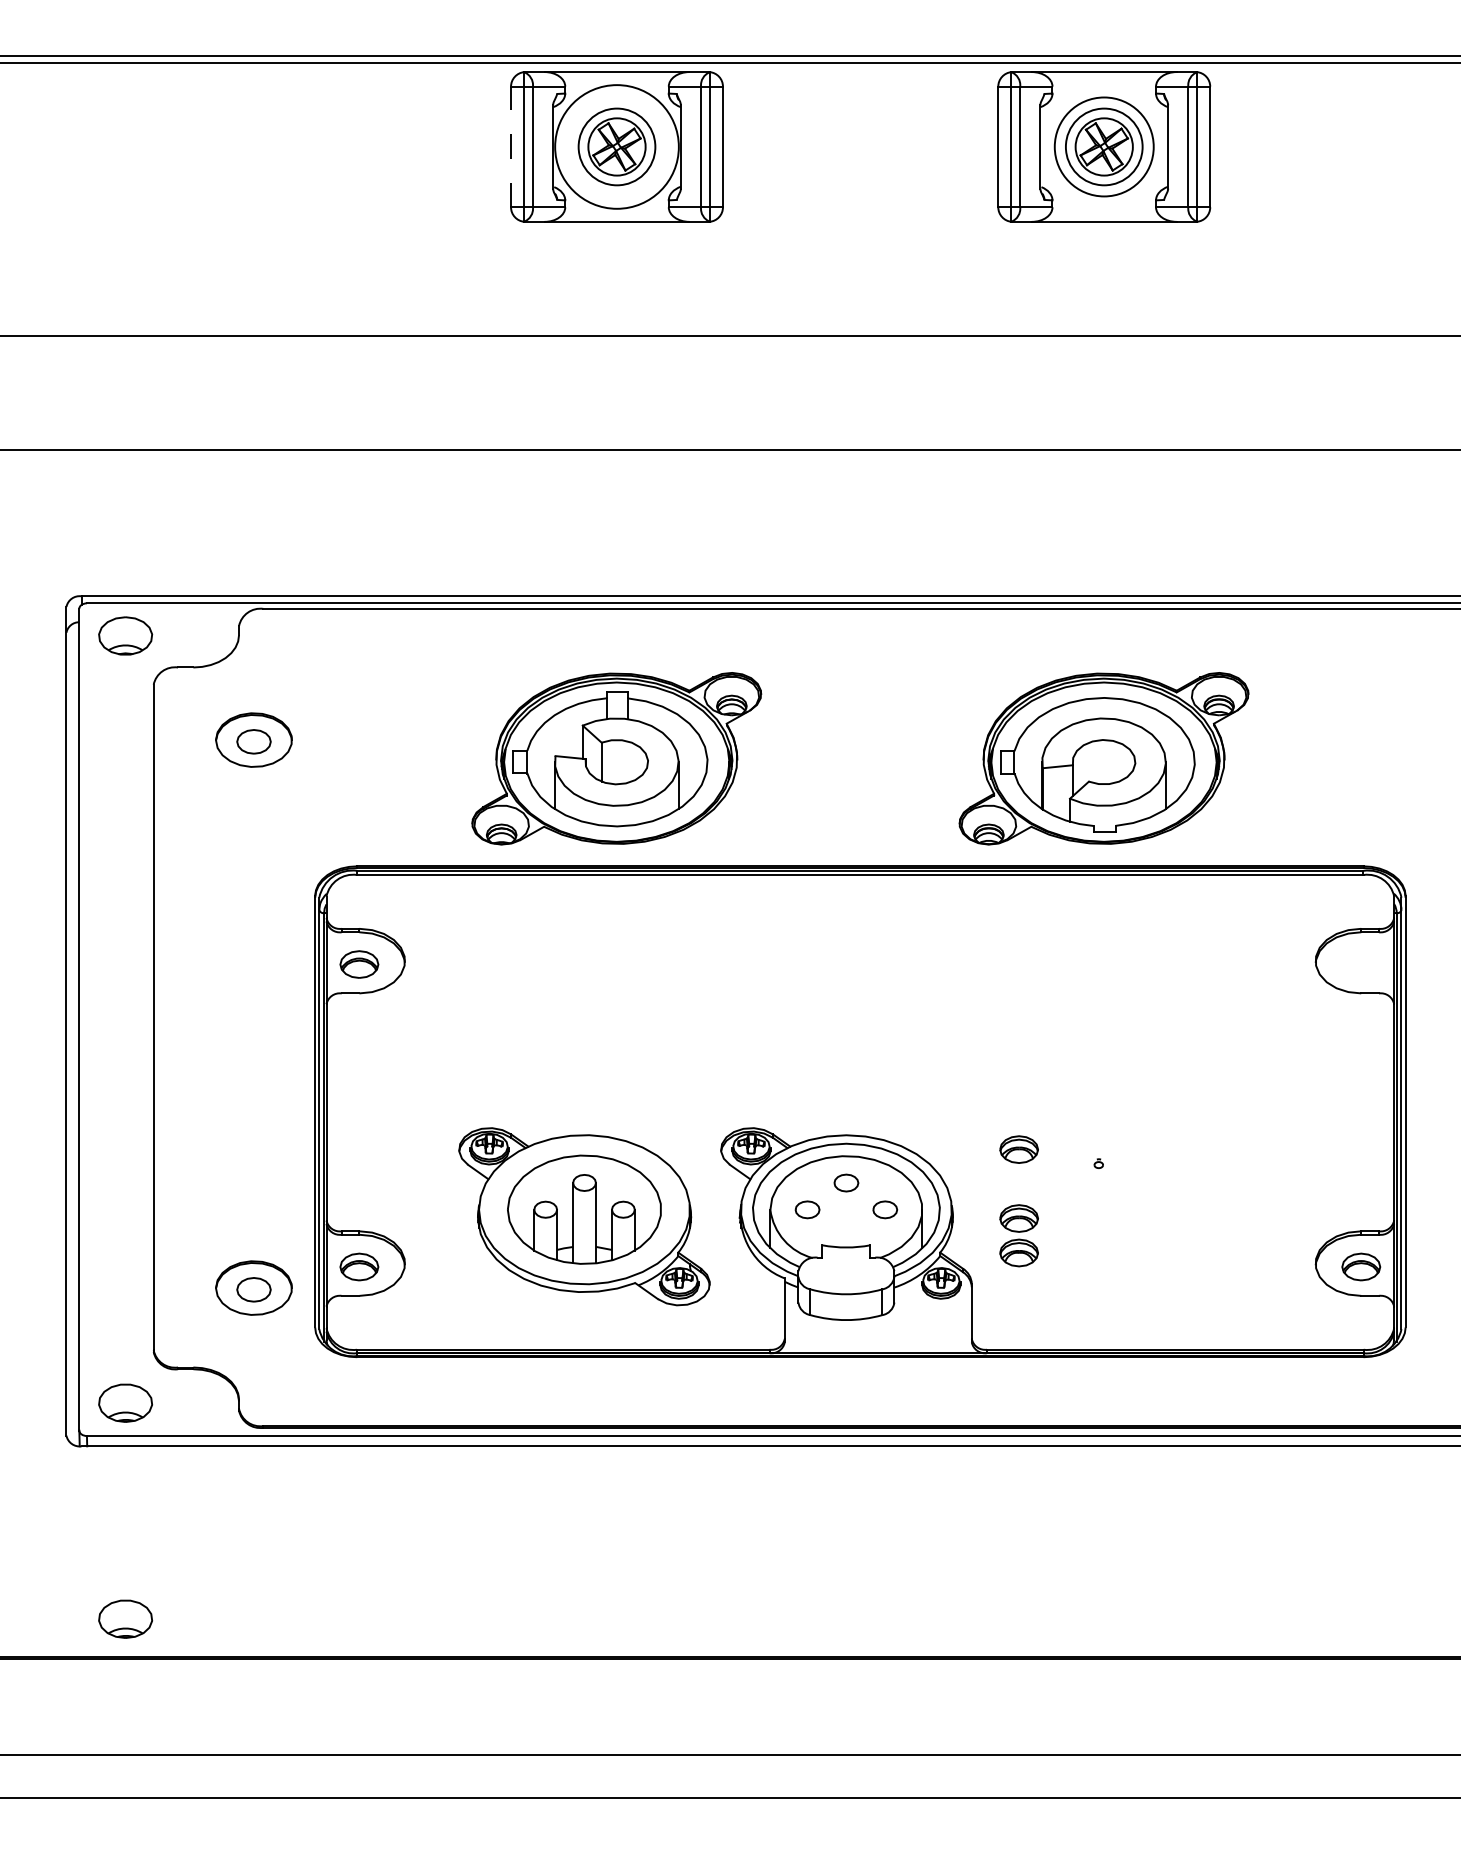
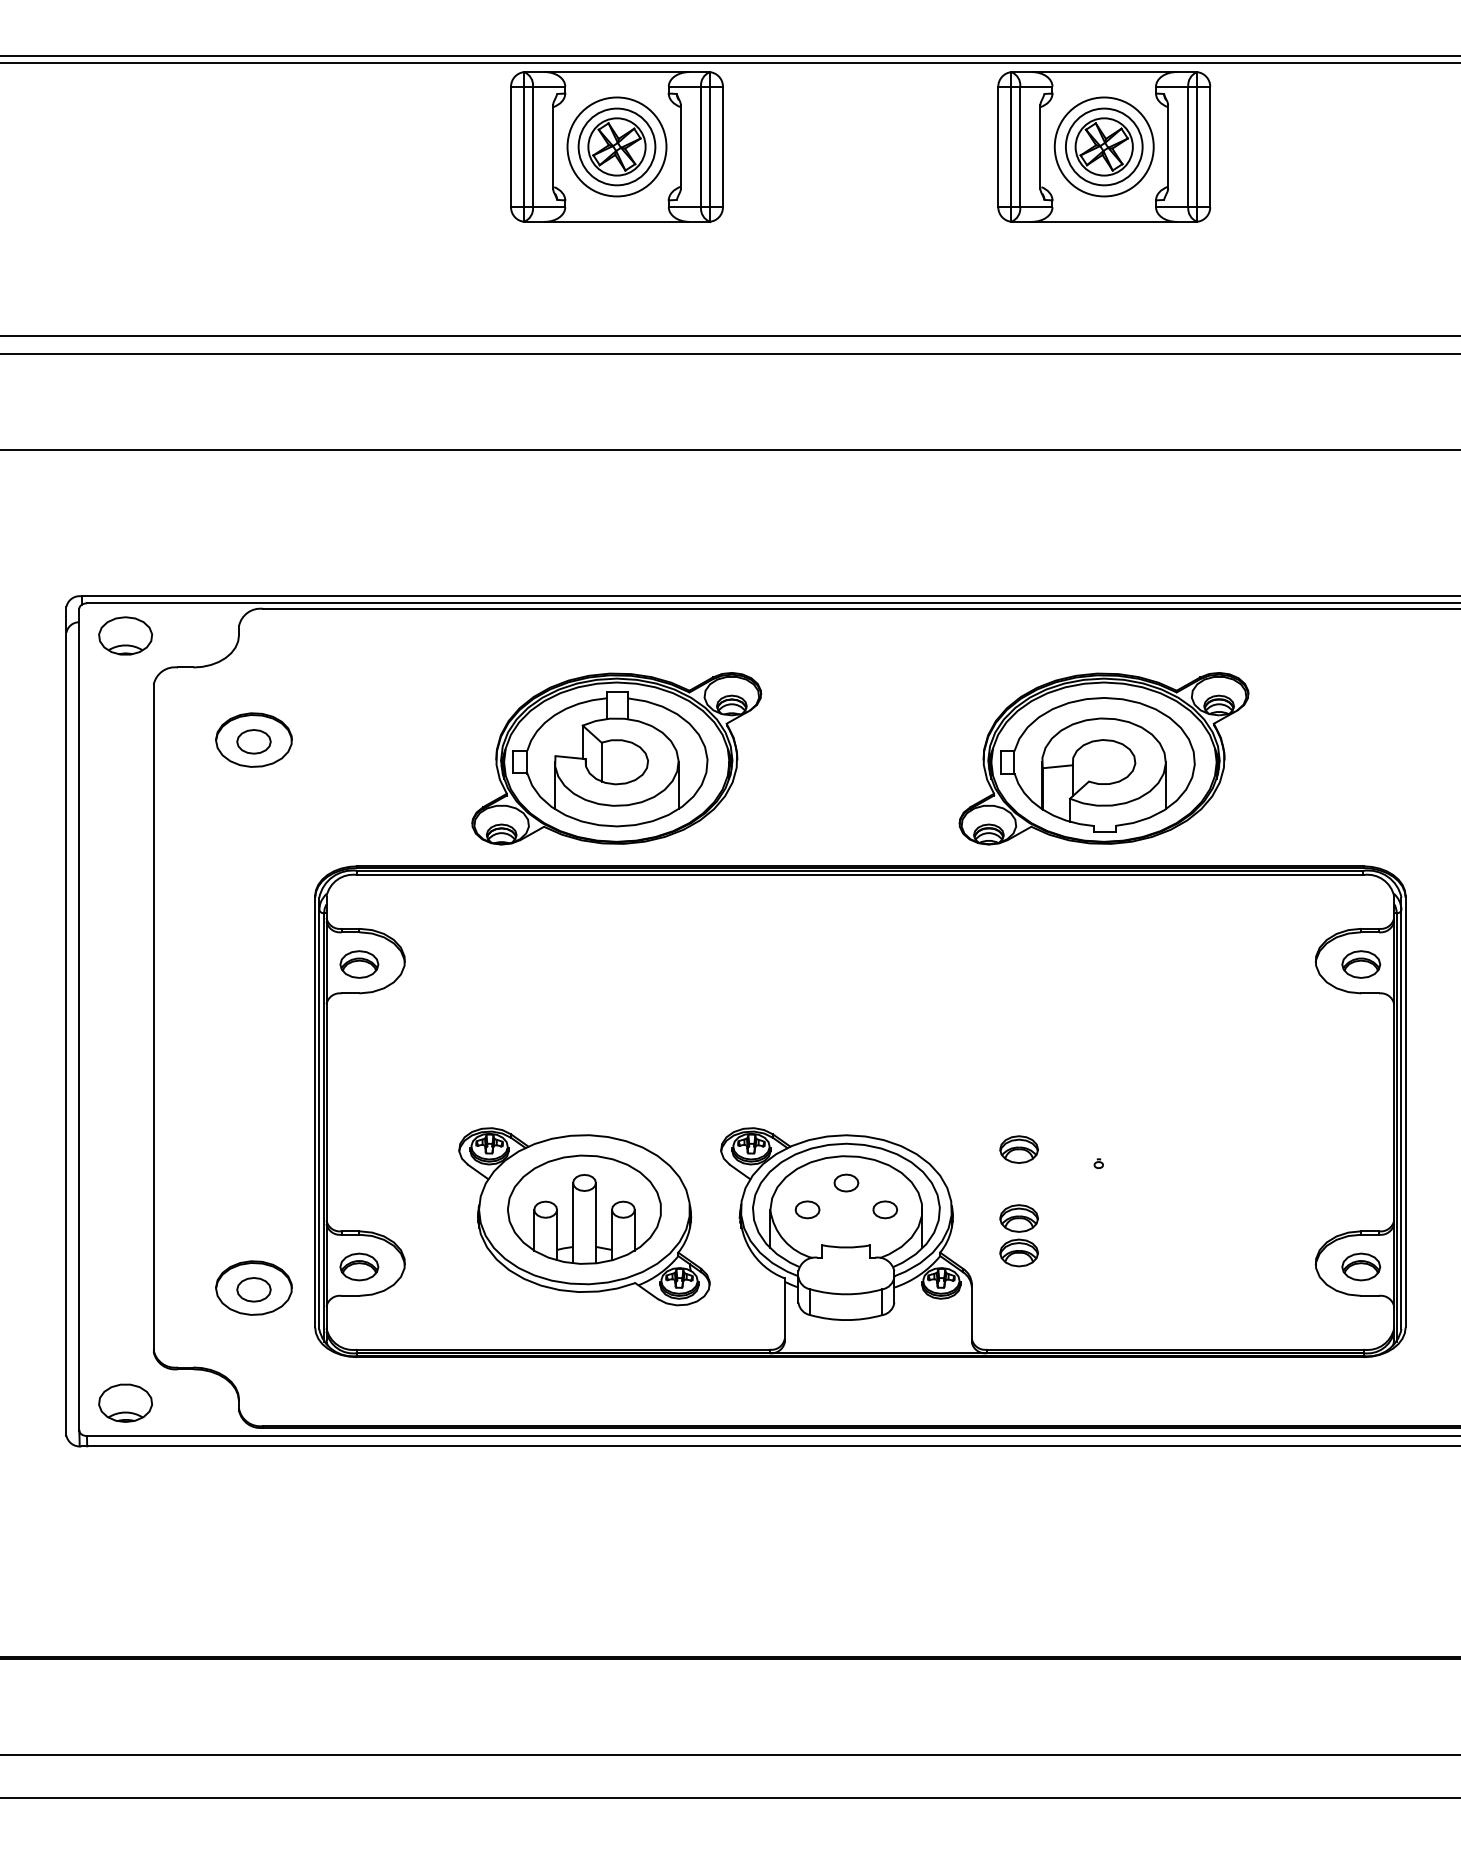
line at (511, 146): dashed -> solid
circle at (616, 146) diameter: 124 px -> 99 px
line at (729, 353): none -> present
part at (1361, 964): none -> present
part at (125, 1618): present -> none
